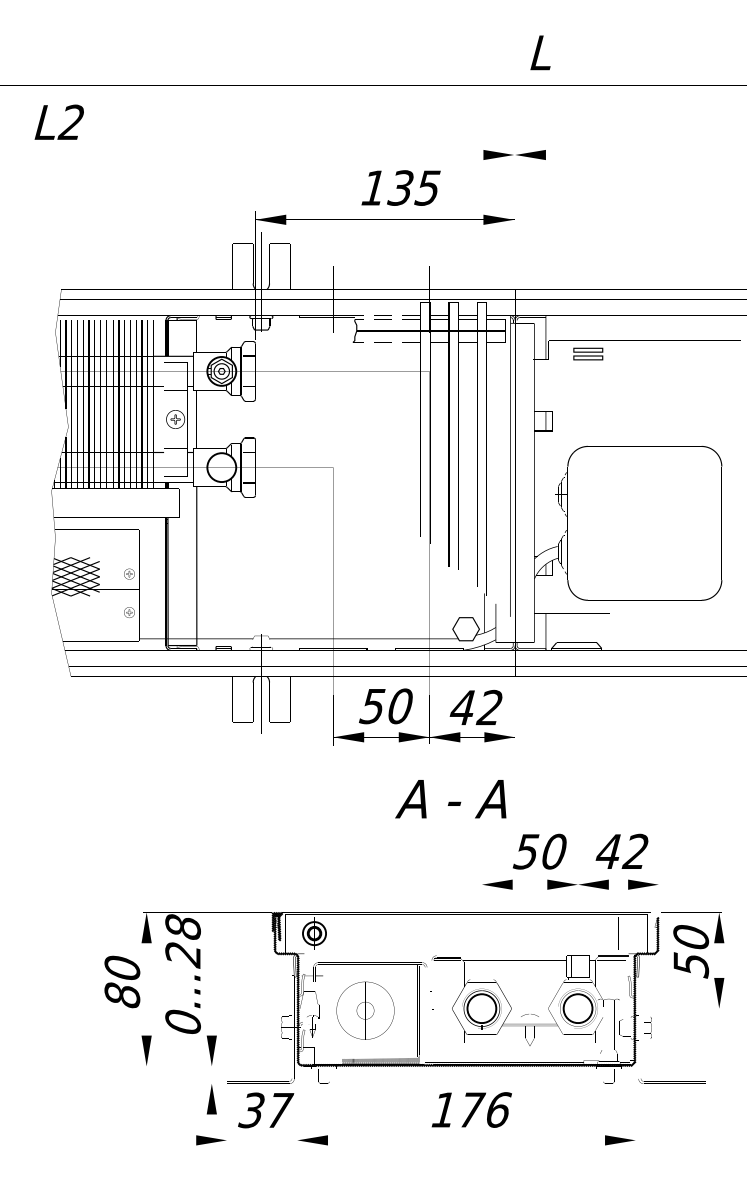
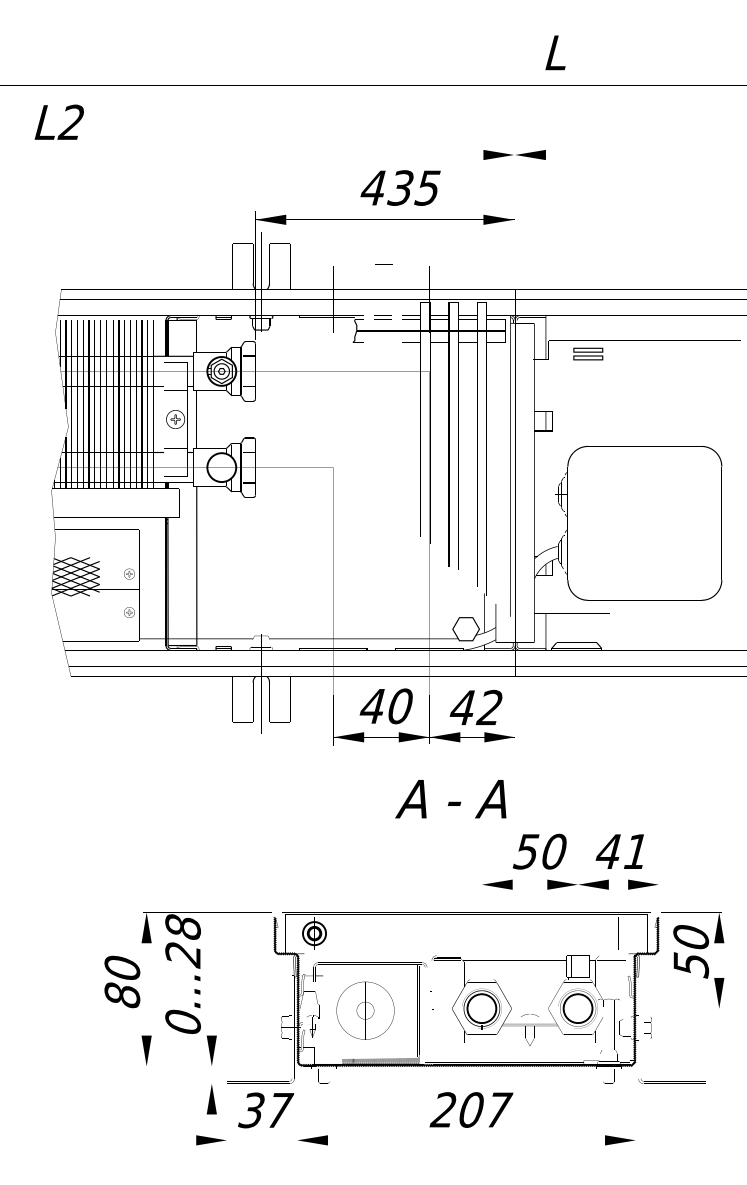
text at (540, 52) position: (540, 52) -> (555, 52)
text at (372, 187): 135 -> 435
line at (382, 342) position: (382, 342) -> (383, 264)
text at (372, 706): 50 -> 40
text at (634, 850): 42 -> 41
hatch at (277, 926): present -> none
line at (613, 955): present -> none
text at (471, 1109): 176 -> 207
